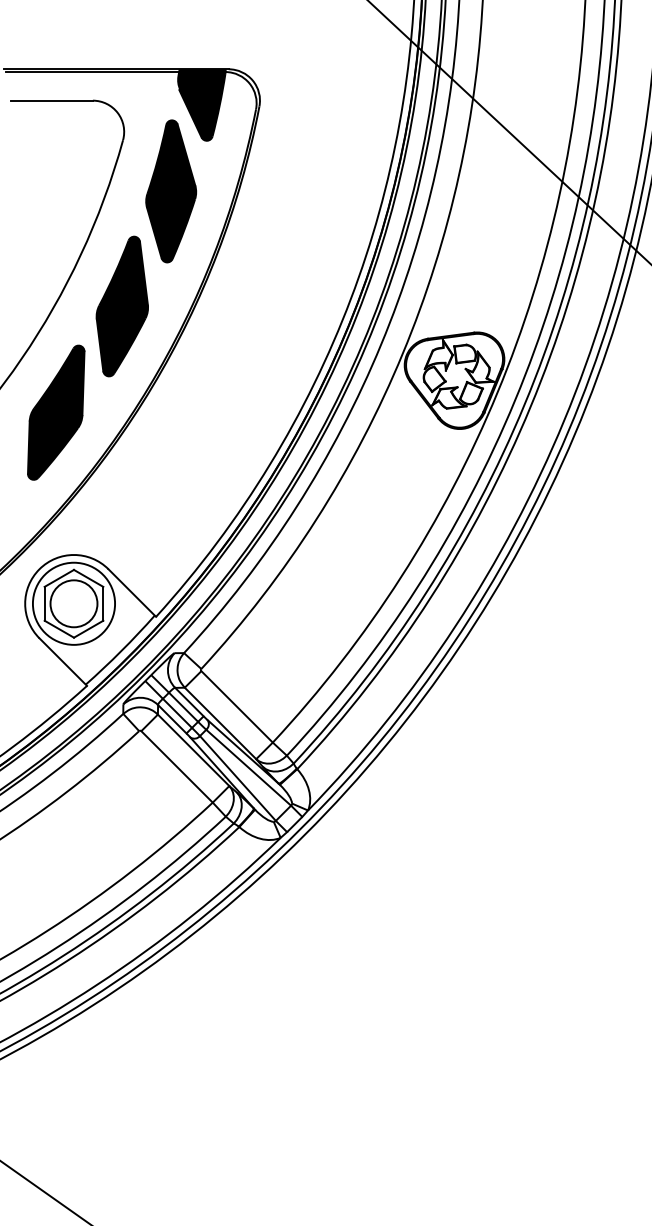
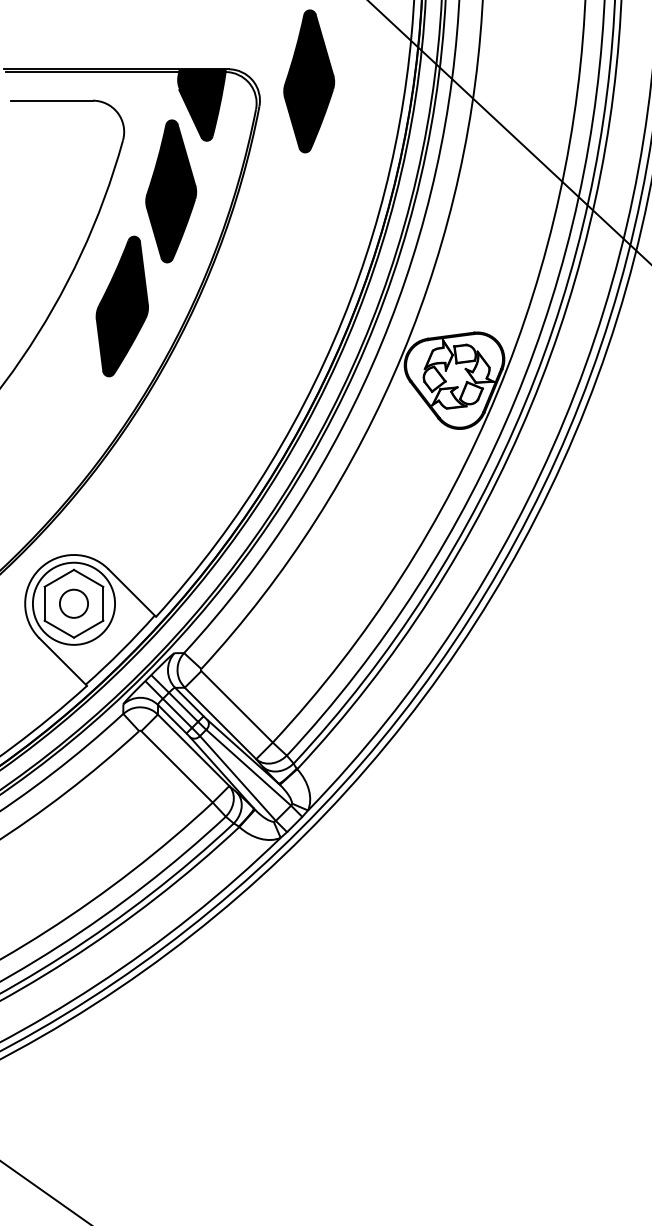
part at (309, 81): none -> present
part at (56, 412): present -> none
circle at (73, 603) diameter: 47 px -> 28 px
